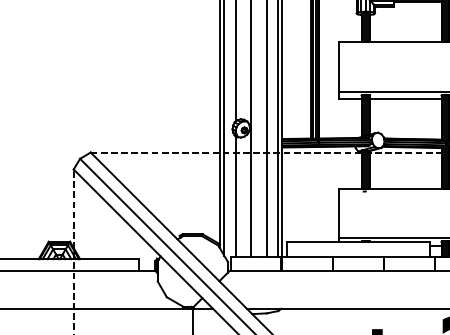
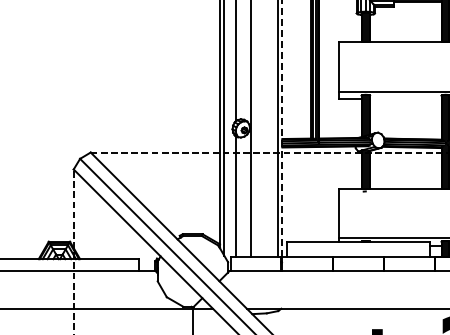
line at (405, 99): present -> none
line at (282, 128): solid -> dashed
line at (266, 129): present -> none
